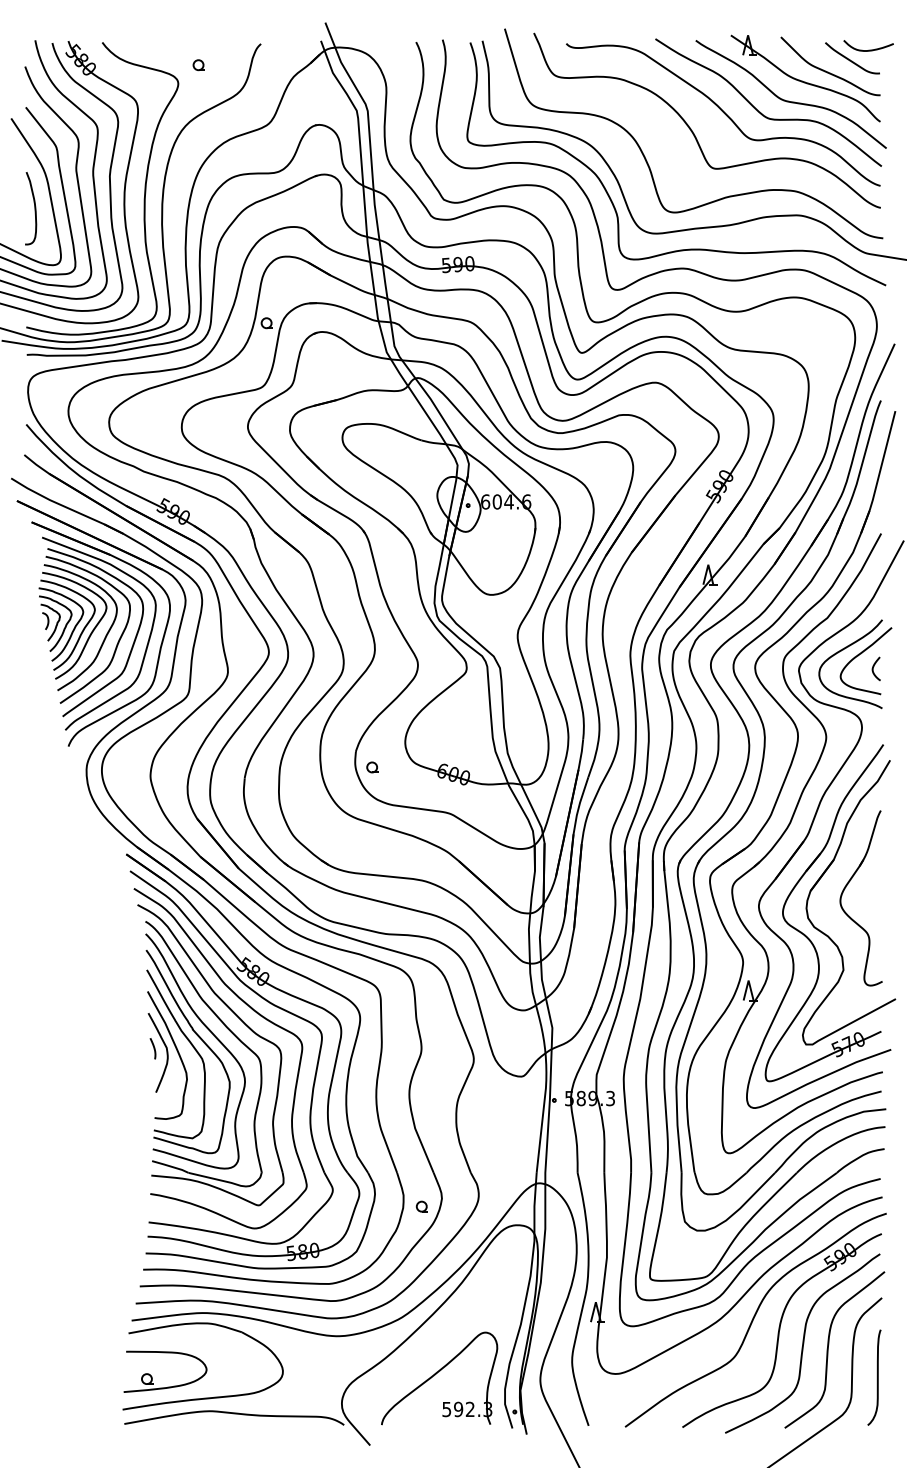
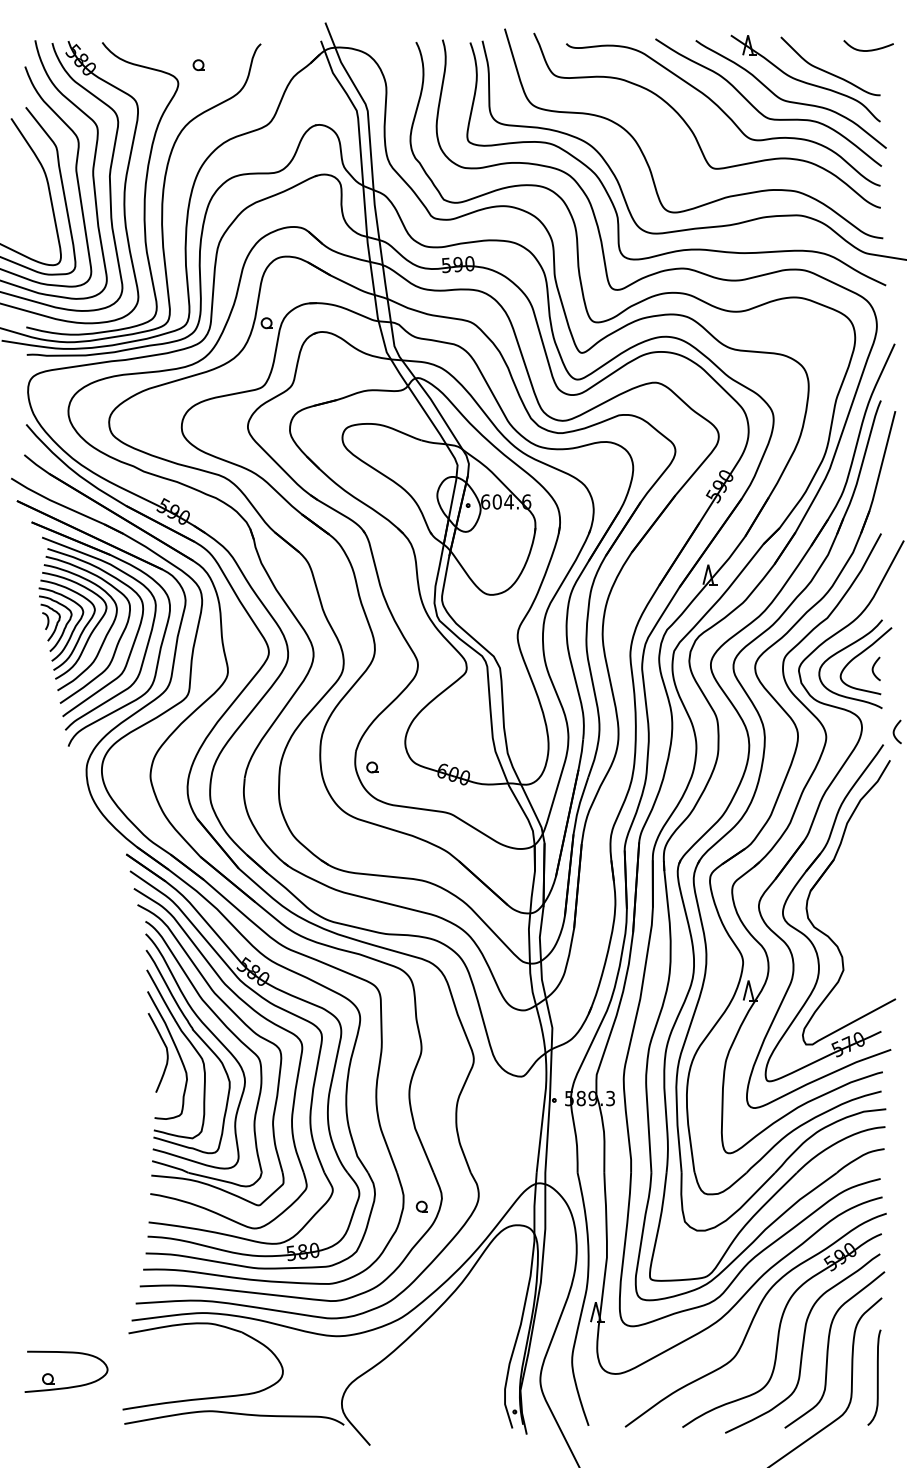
curve at (852, 60): present -> none
curve at (34, 208): present -> none
curve at (894, 731): none -> present
part at (845, 889): present -> none
curve at (153, 1048): present -> none
part at (152, 1376) position: (152, 1376) -> (53, 1376)
part at (439, 1378): present -> none
